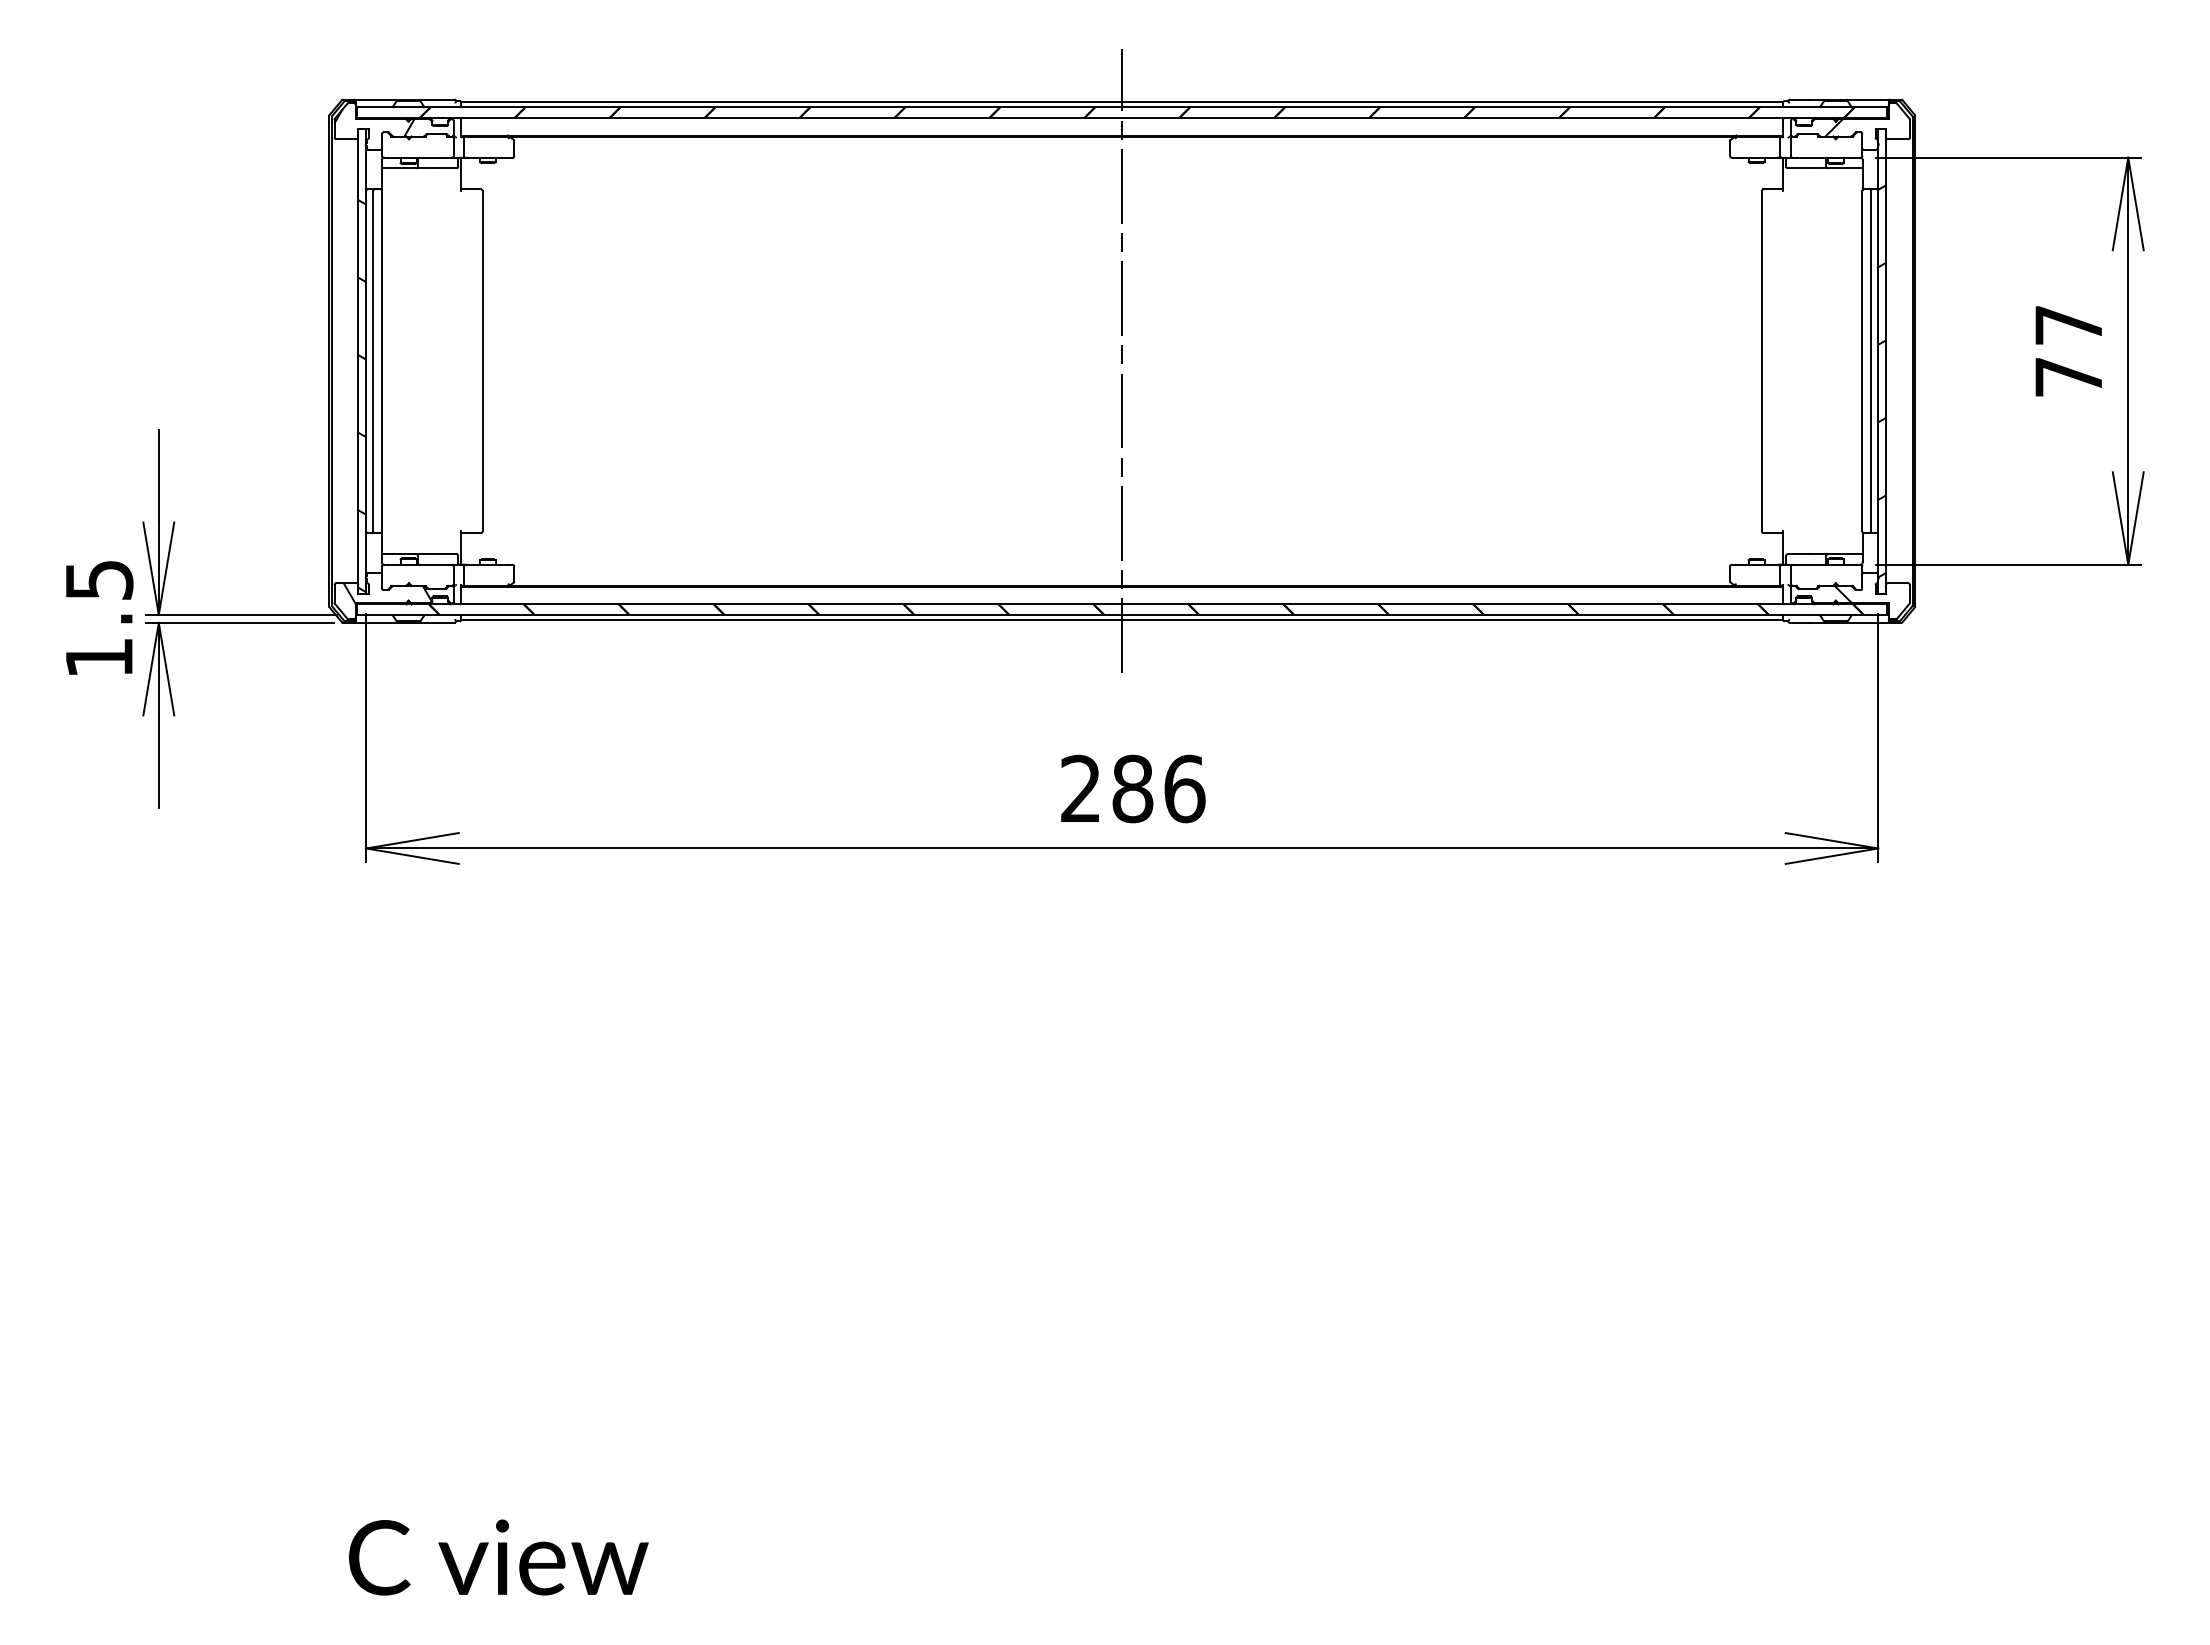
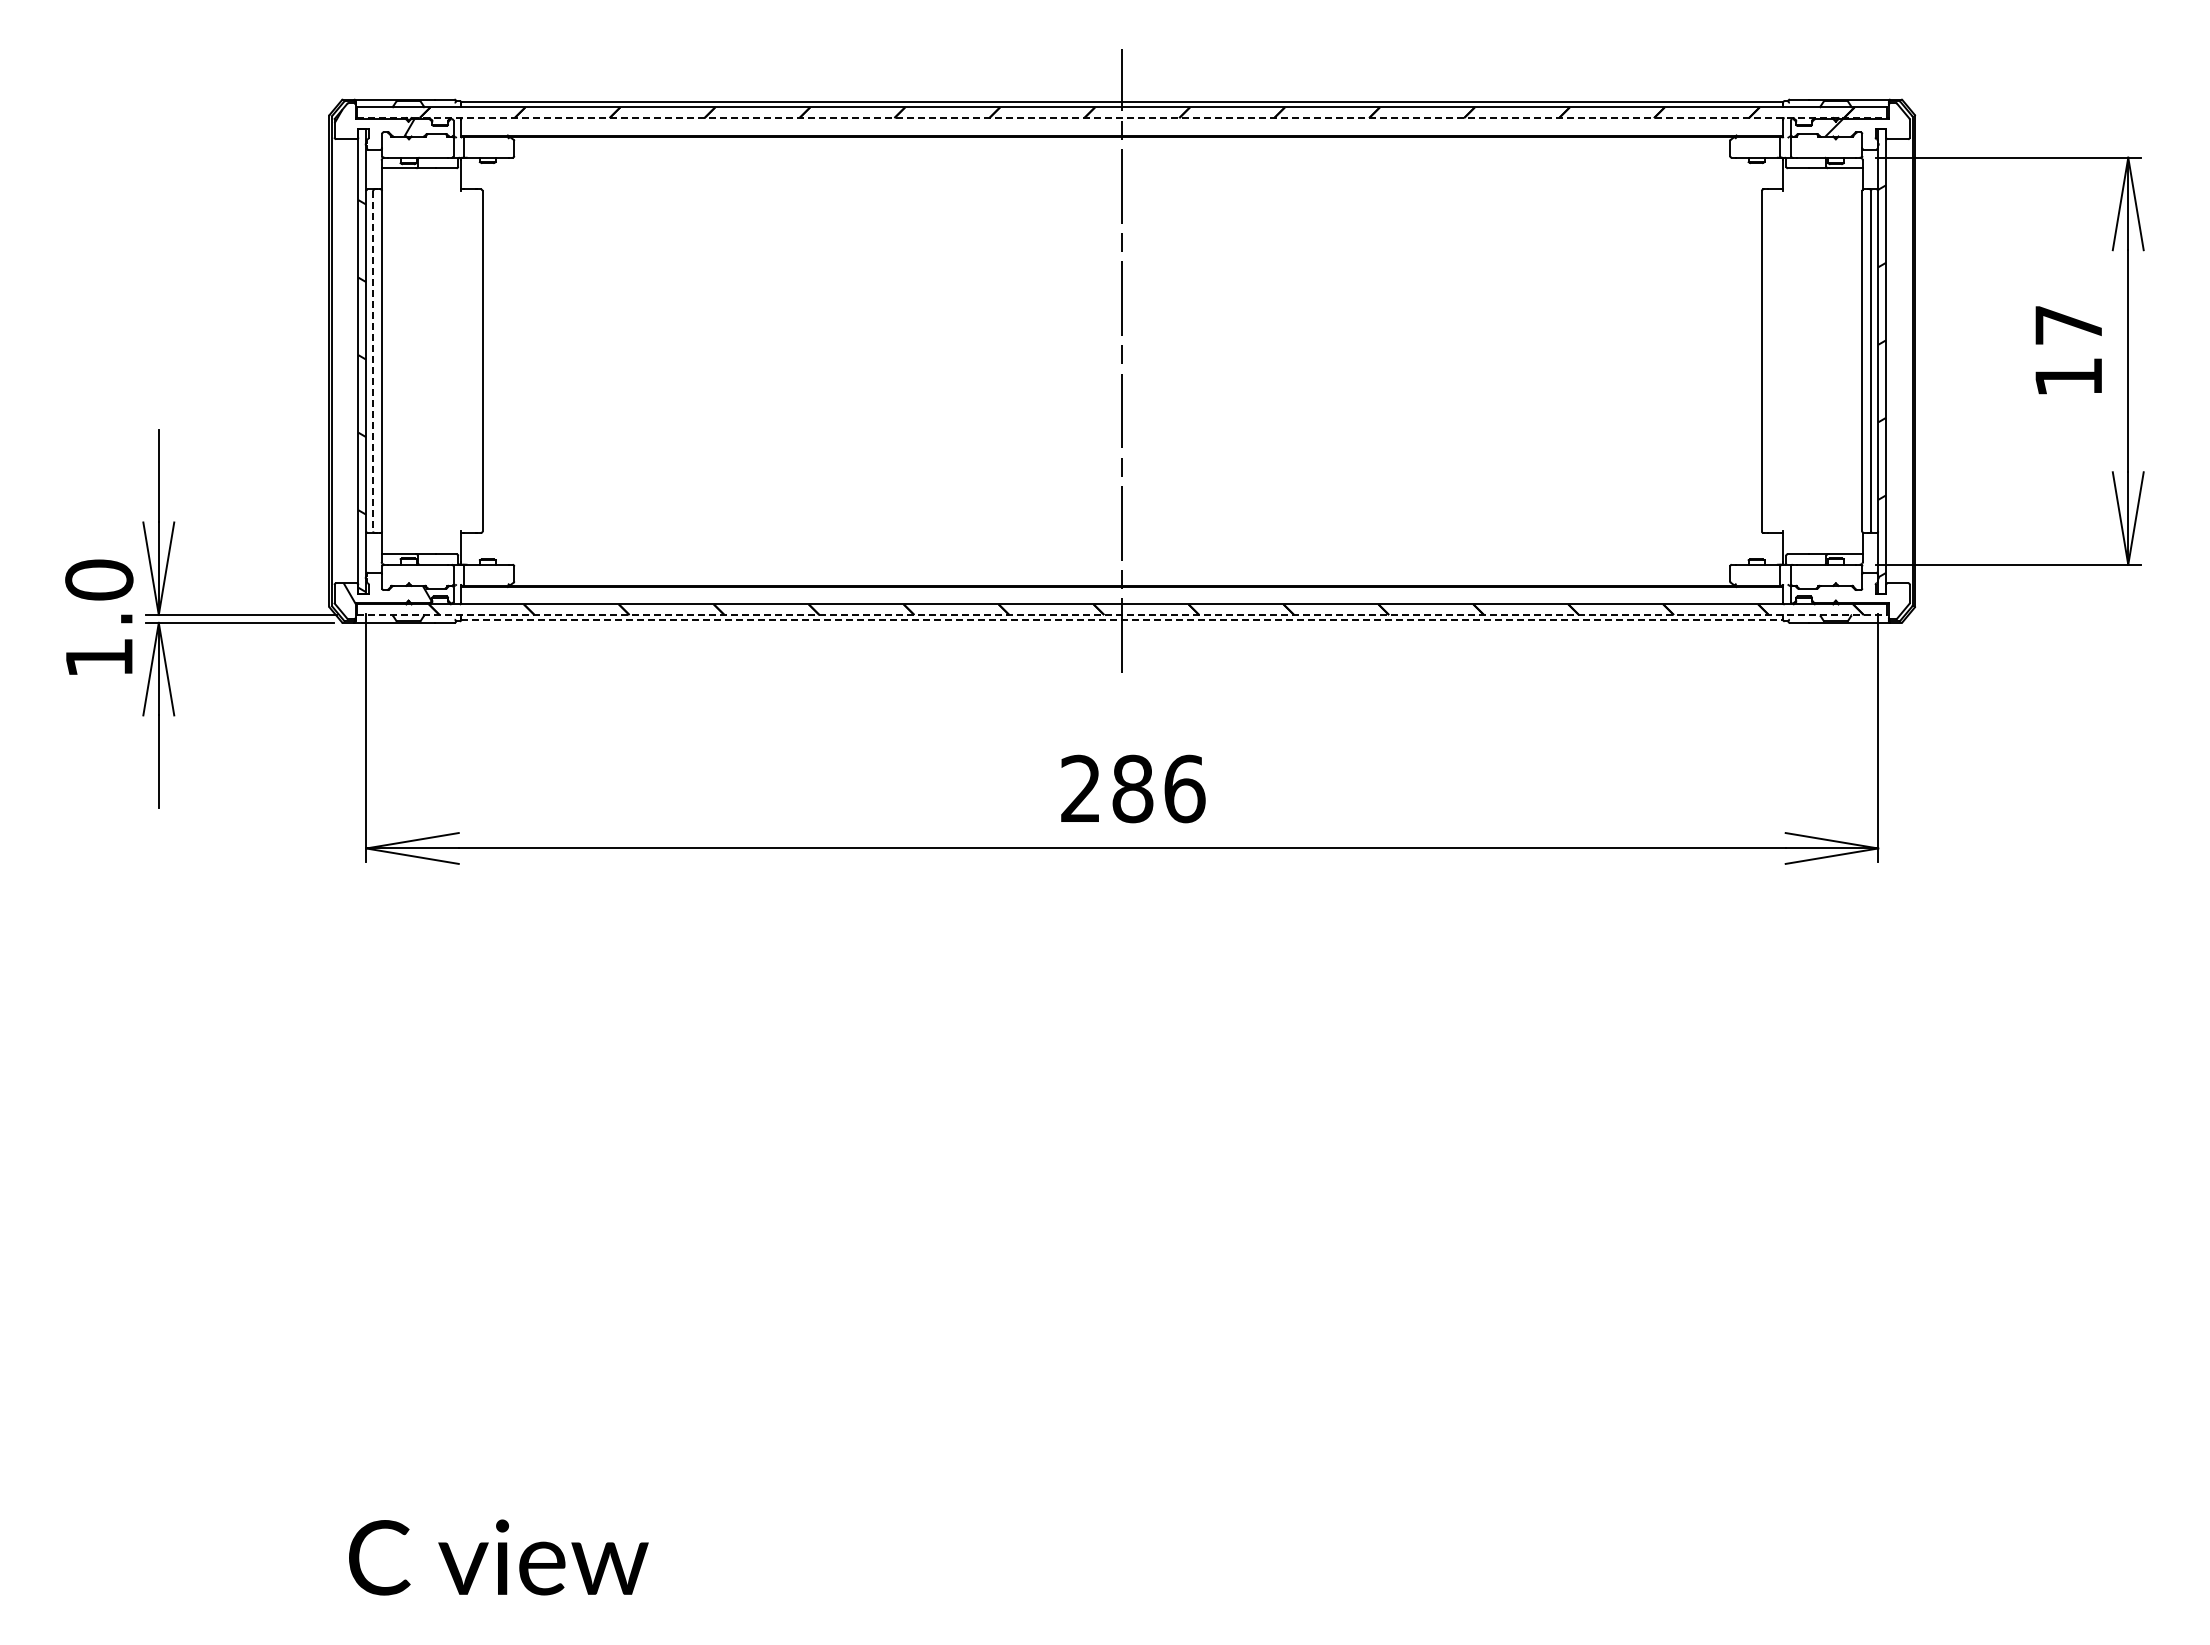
line at (1122, 118): solid -> dashed
line at (373, 361): solid -> dashed
text at (2068, 377): 77 -> 17
text at (99, 579): 1.5 -> 1.0
hatch at (1843, 594): present -> none
line at (1122, 614): solid -> dashed
line at (1122, 620): solid -> dashed
